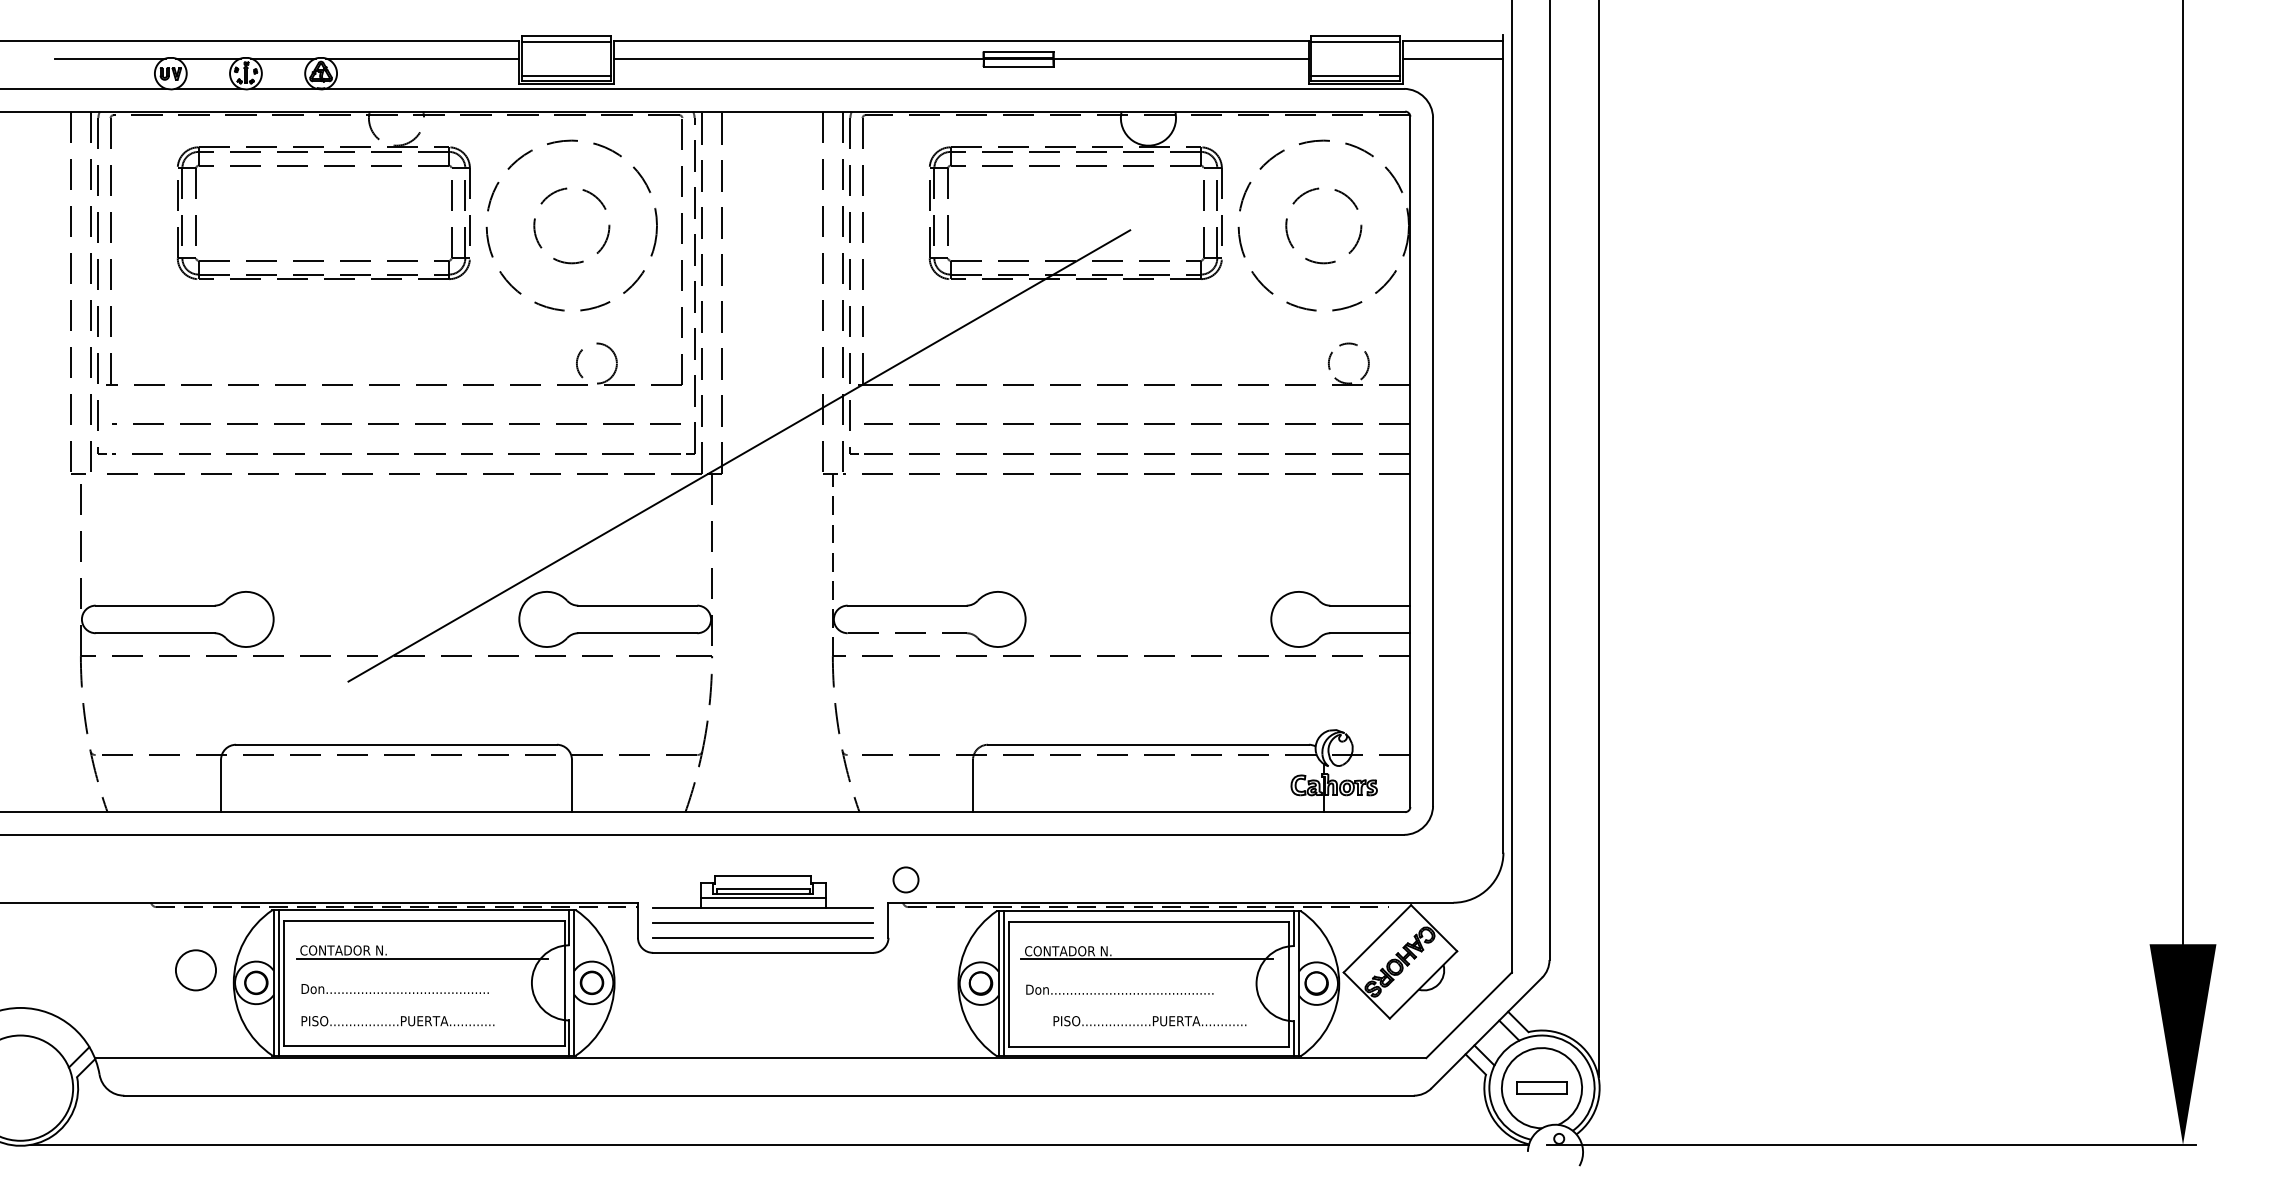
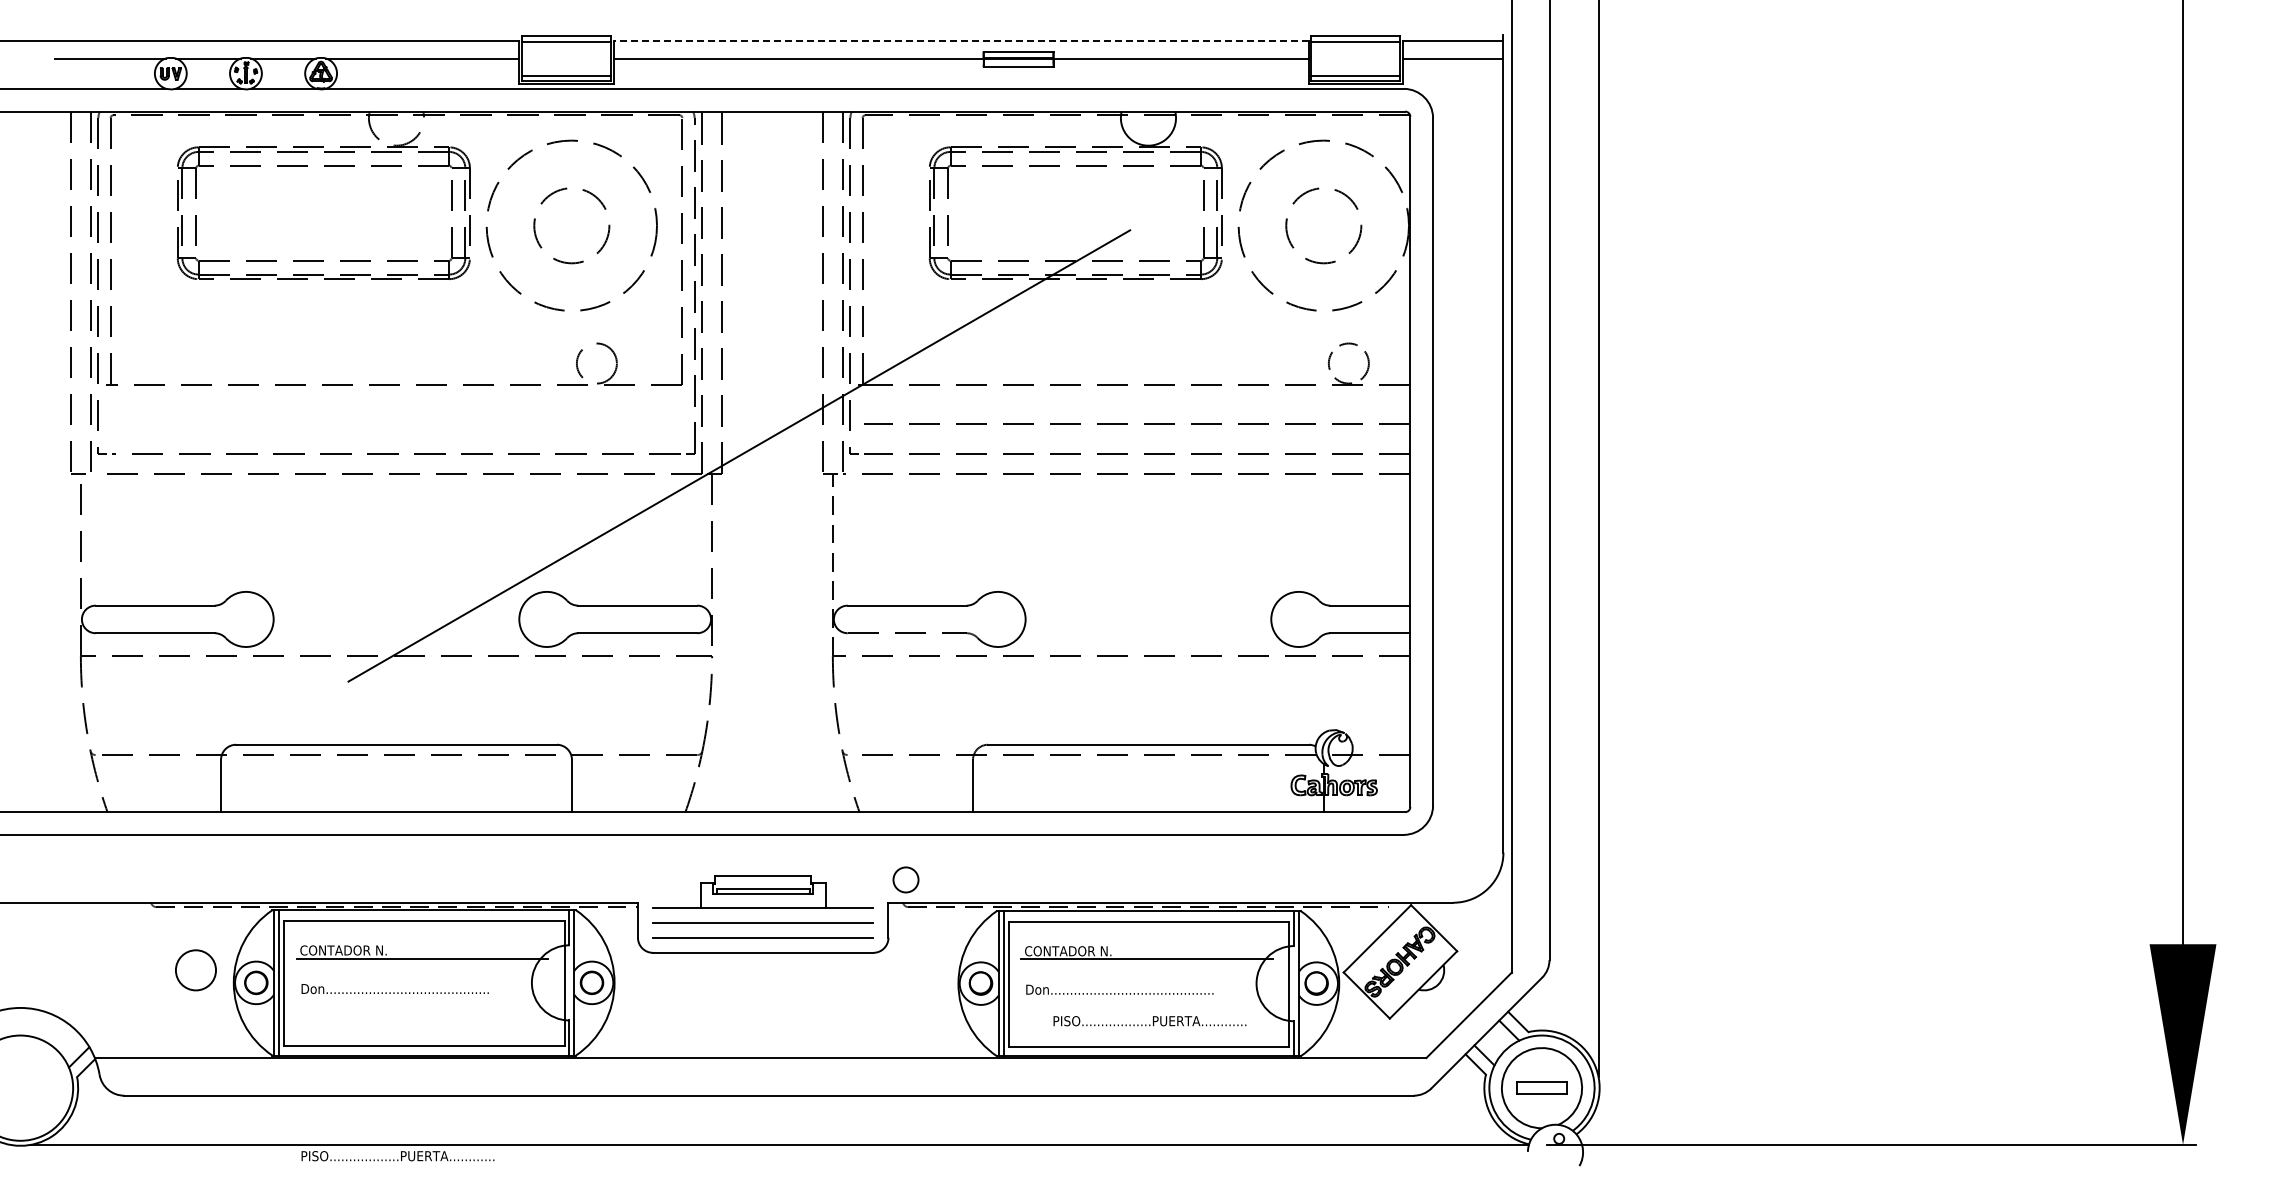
line at (960, 41): solid -> dashed
line at (396, 423): present -> none
line at (762, 898): present -> none
text at (397, 1021) position: (397, 1021) -> (397, 1156)
